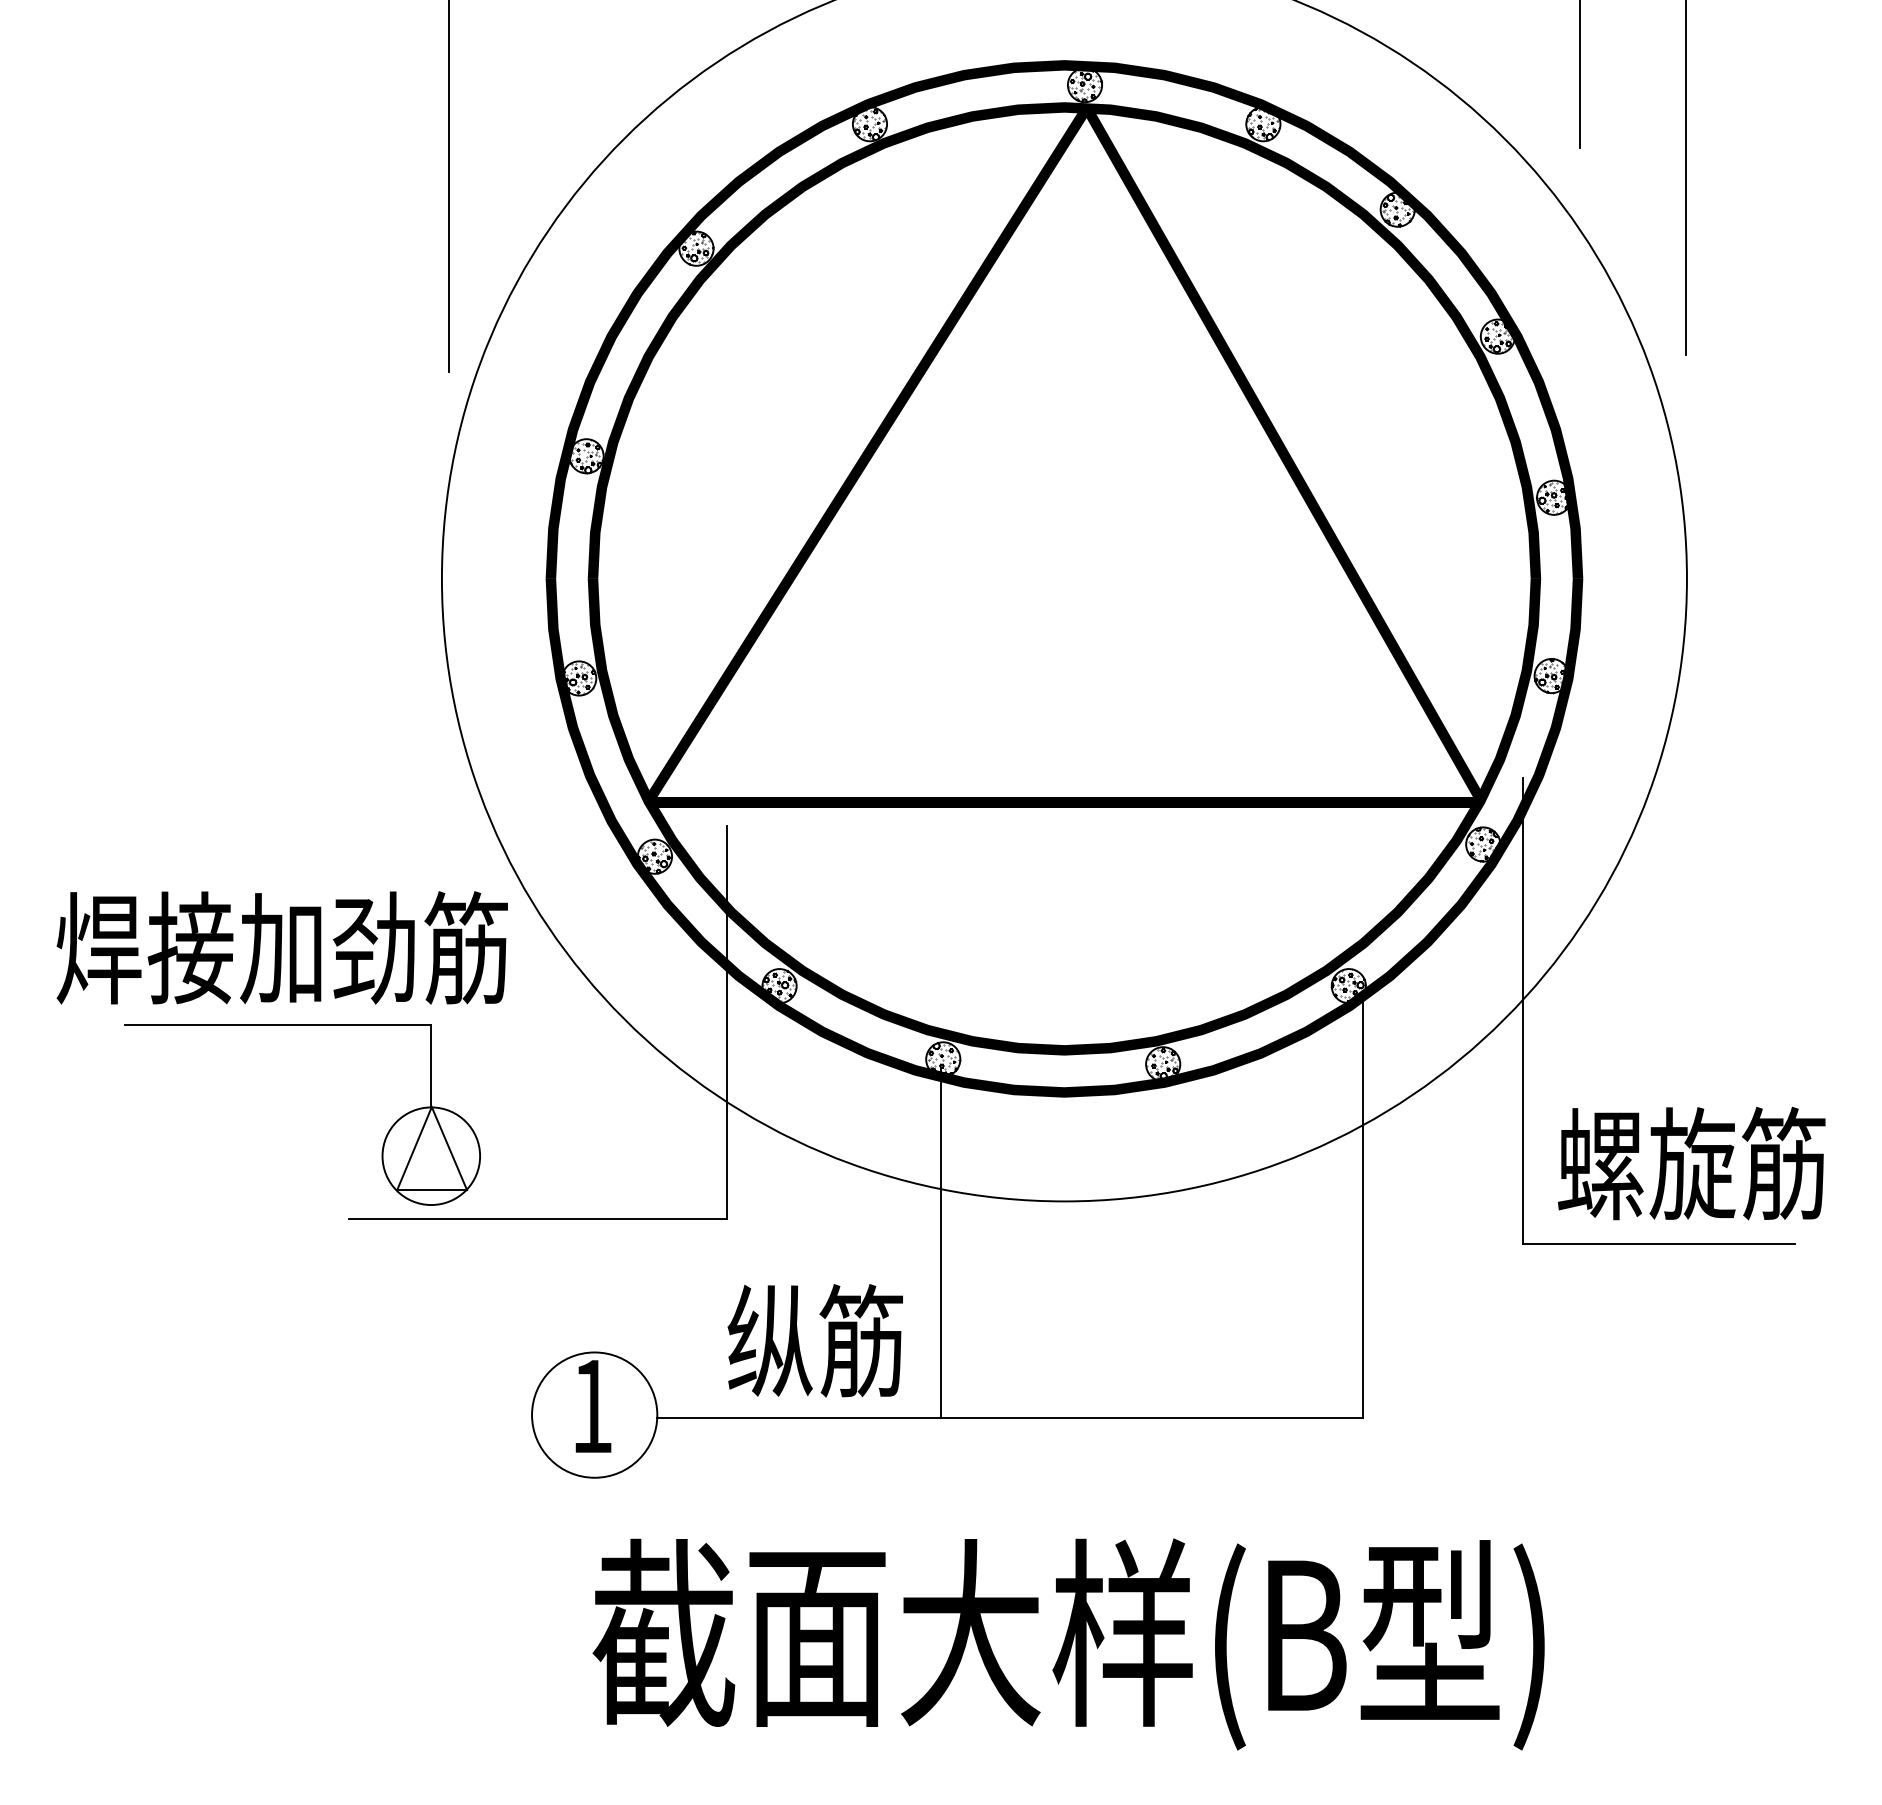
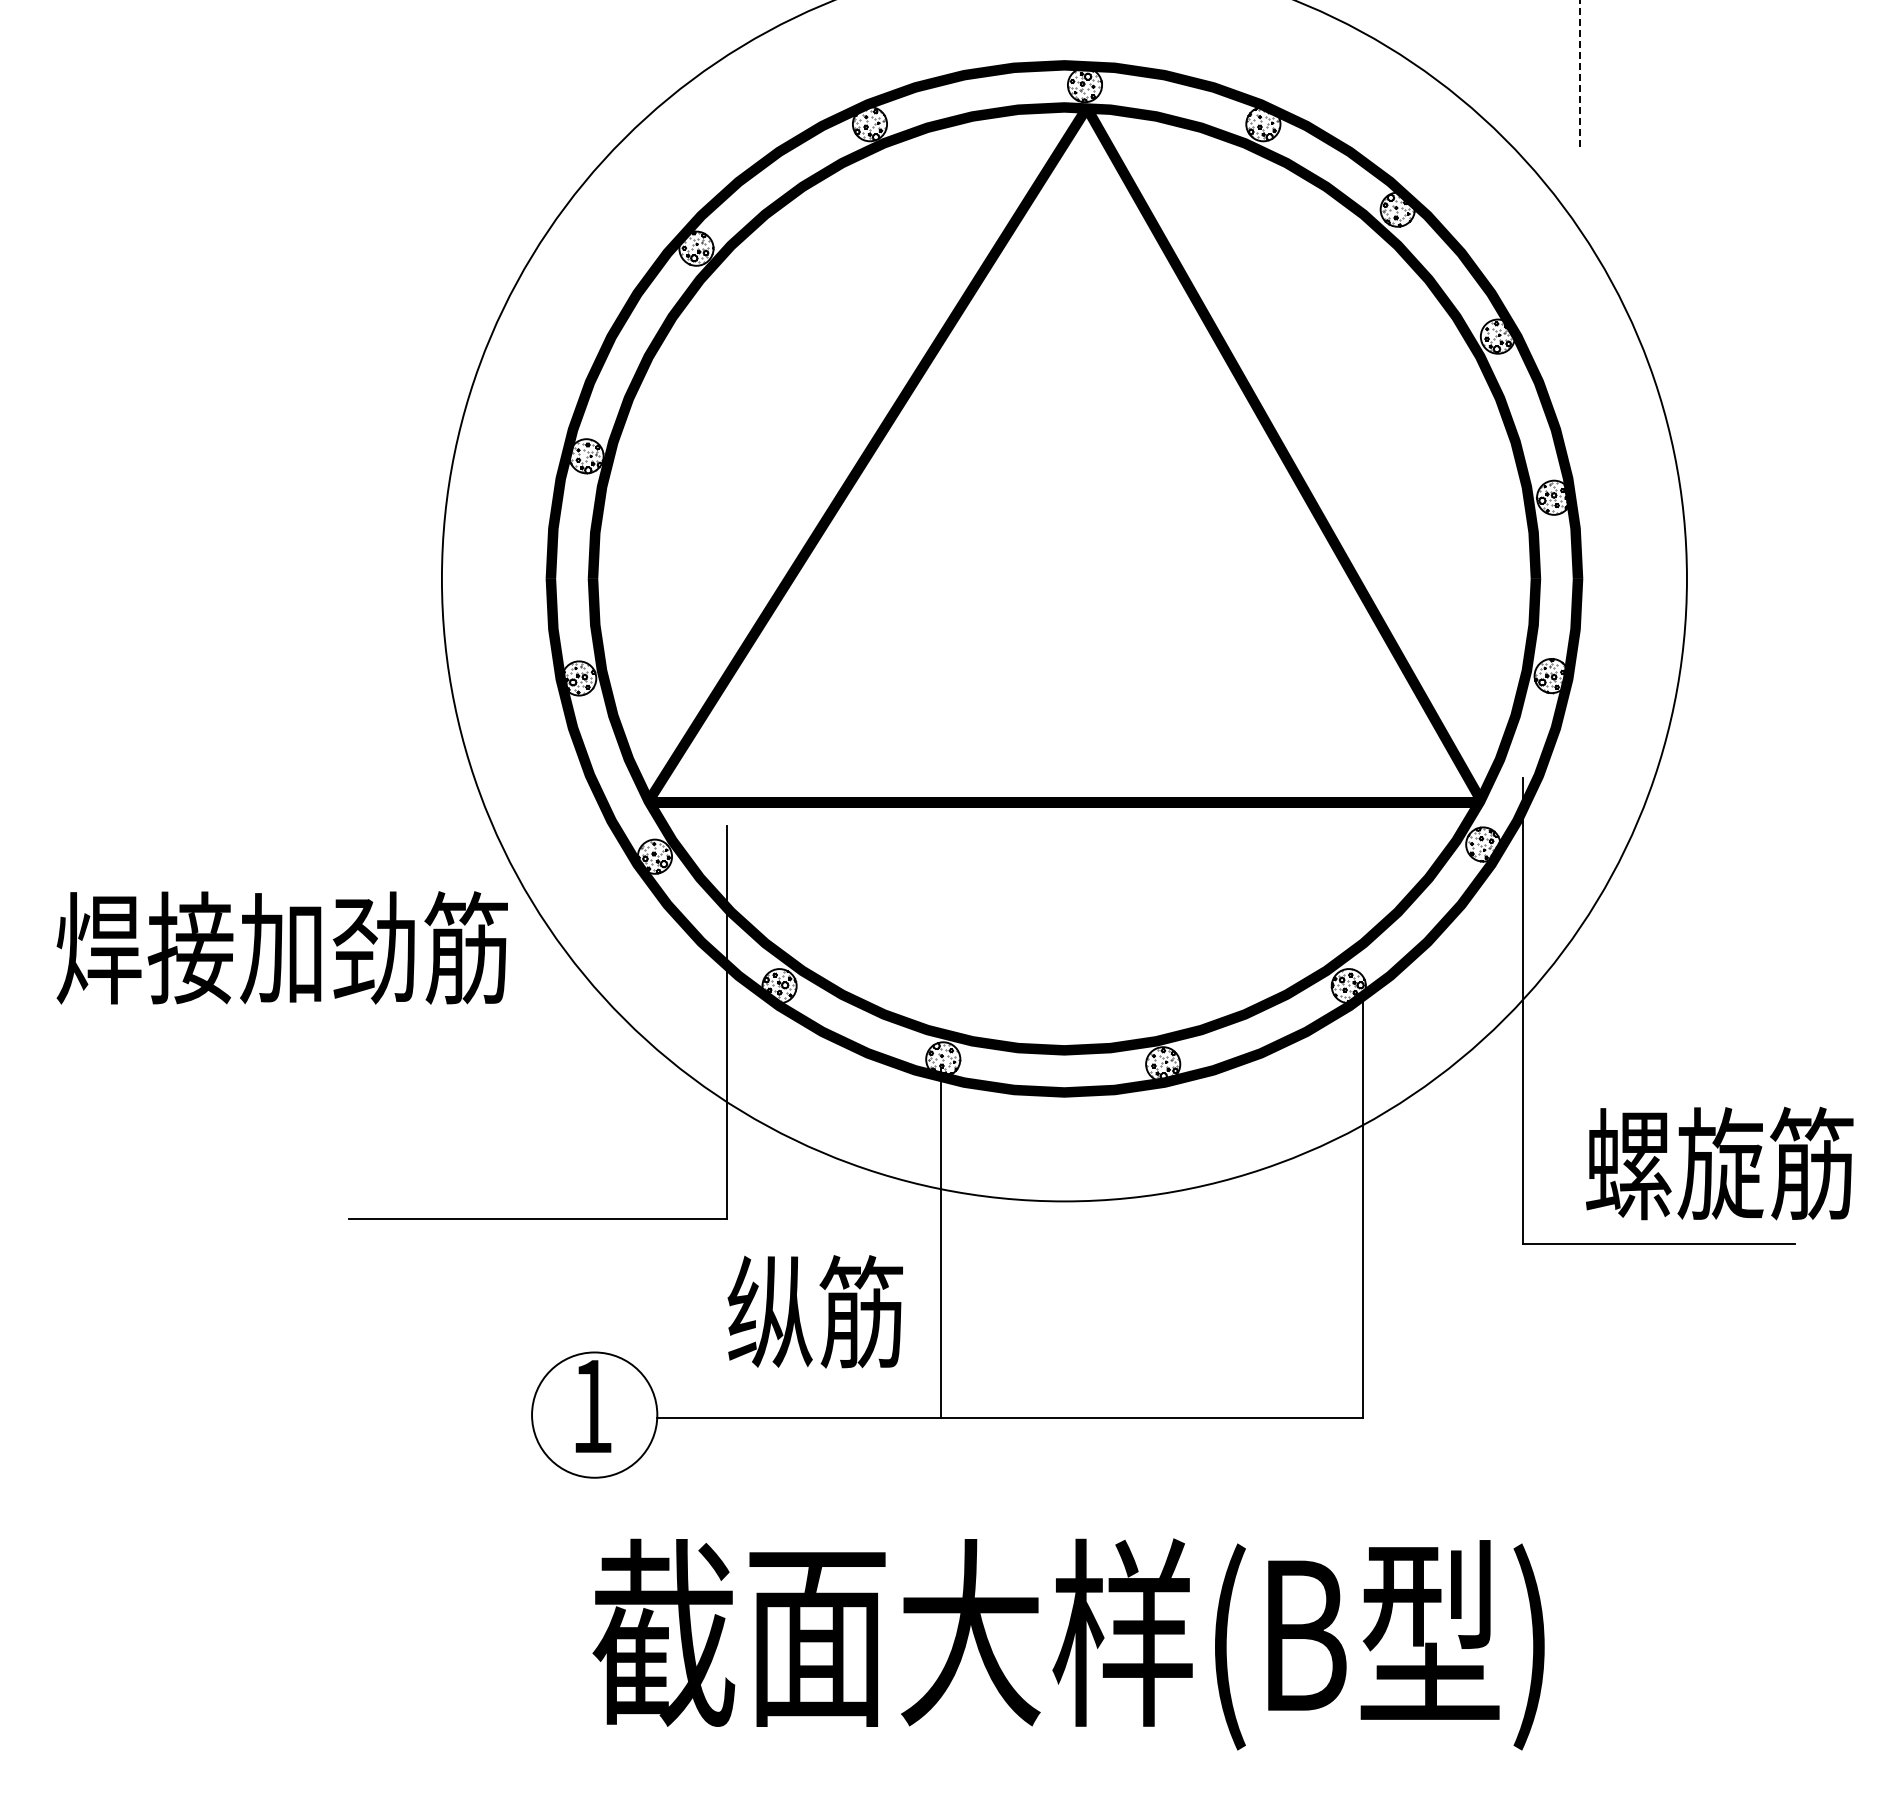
line at (1580, 74): solid -> dashed
line at (1685, 178): present -> none
line at (449, 187): present -> none
part at (383, 1141): present -> none
text at (1691, 1163) position: (1691, 1163) -> (1719, 1163)
text at (814, 1340) position: (814, 1340) -> (814, 1311)
